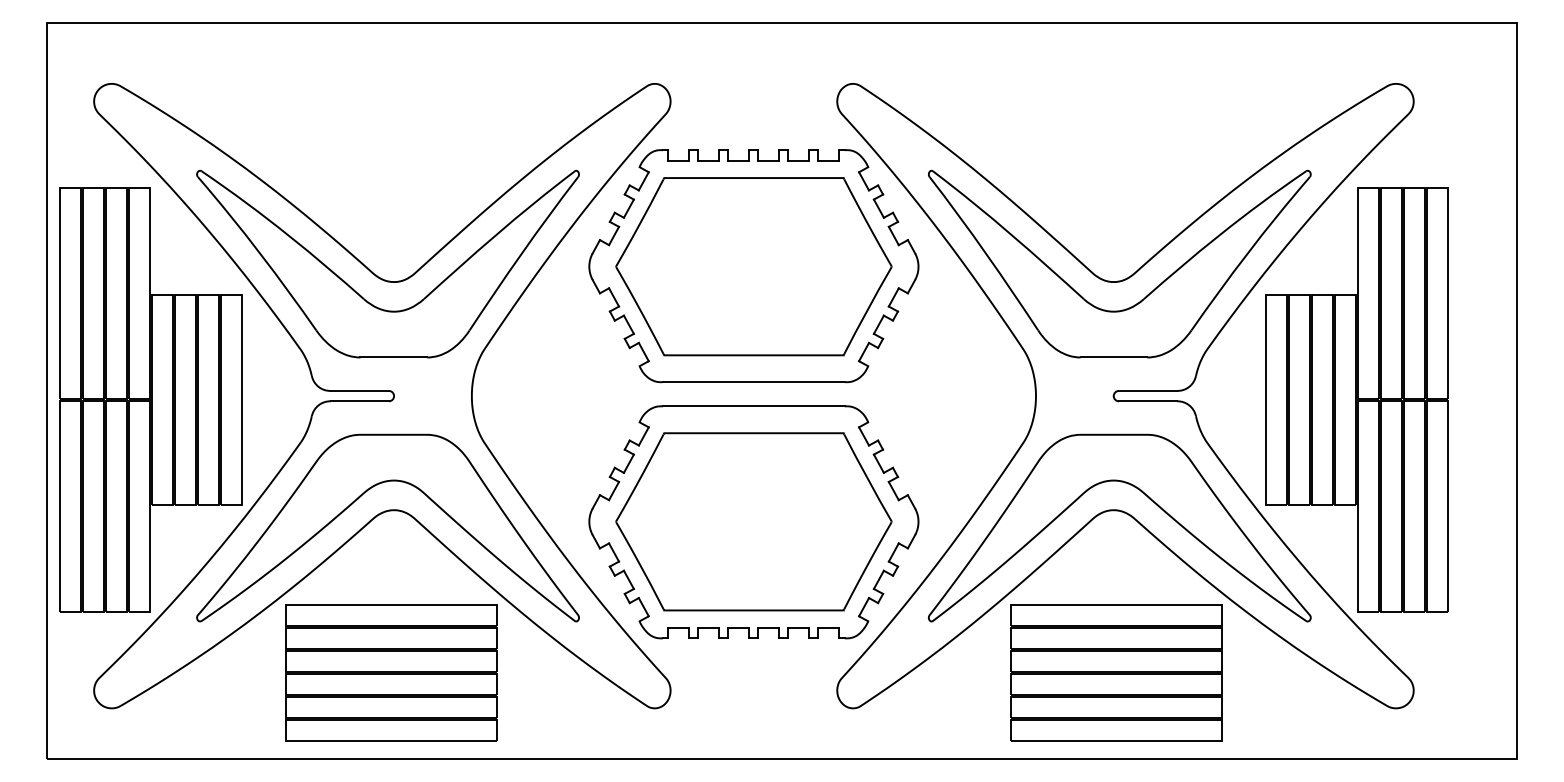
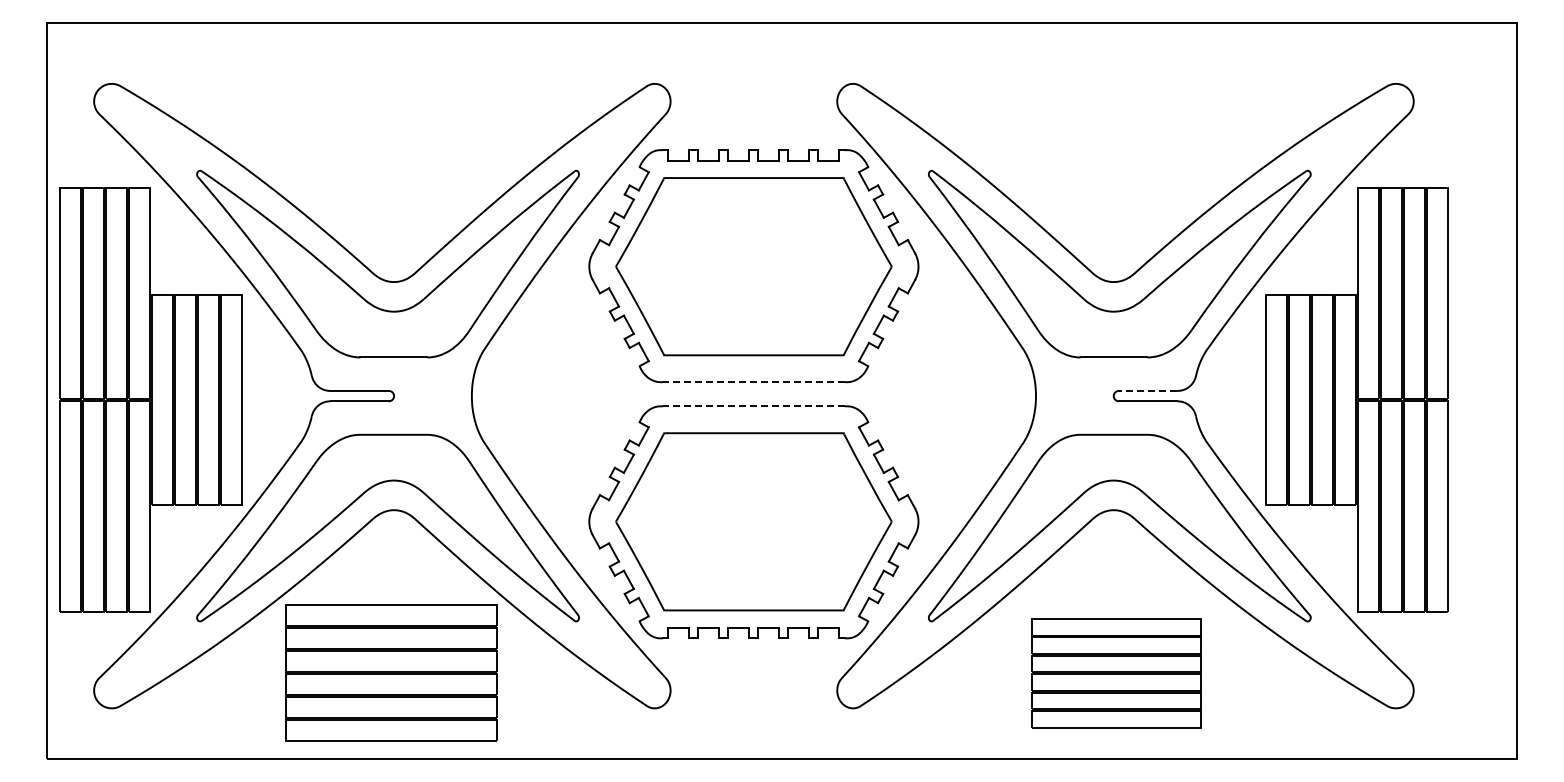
line at (753, 382): solid -> dashed
line at (1147, 390): solid -> dashed
line at (753, 406): solid -> dashed
part at (1116, 672) size: 213x138 px -> 171x111 px
